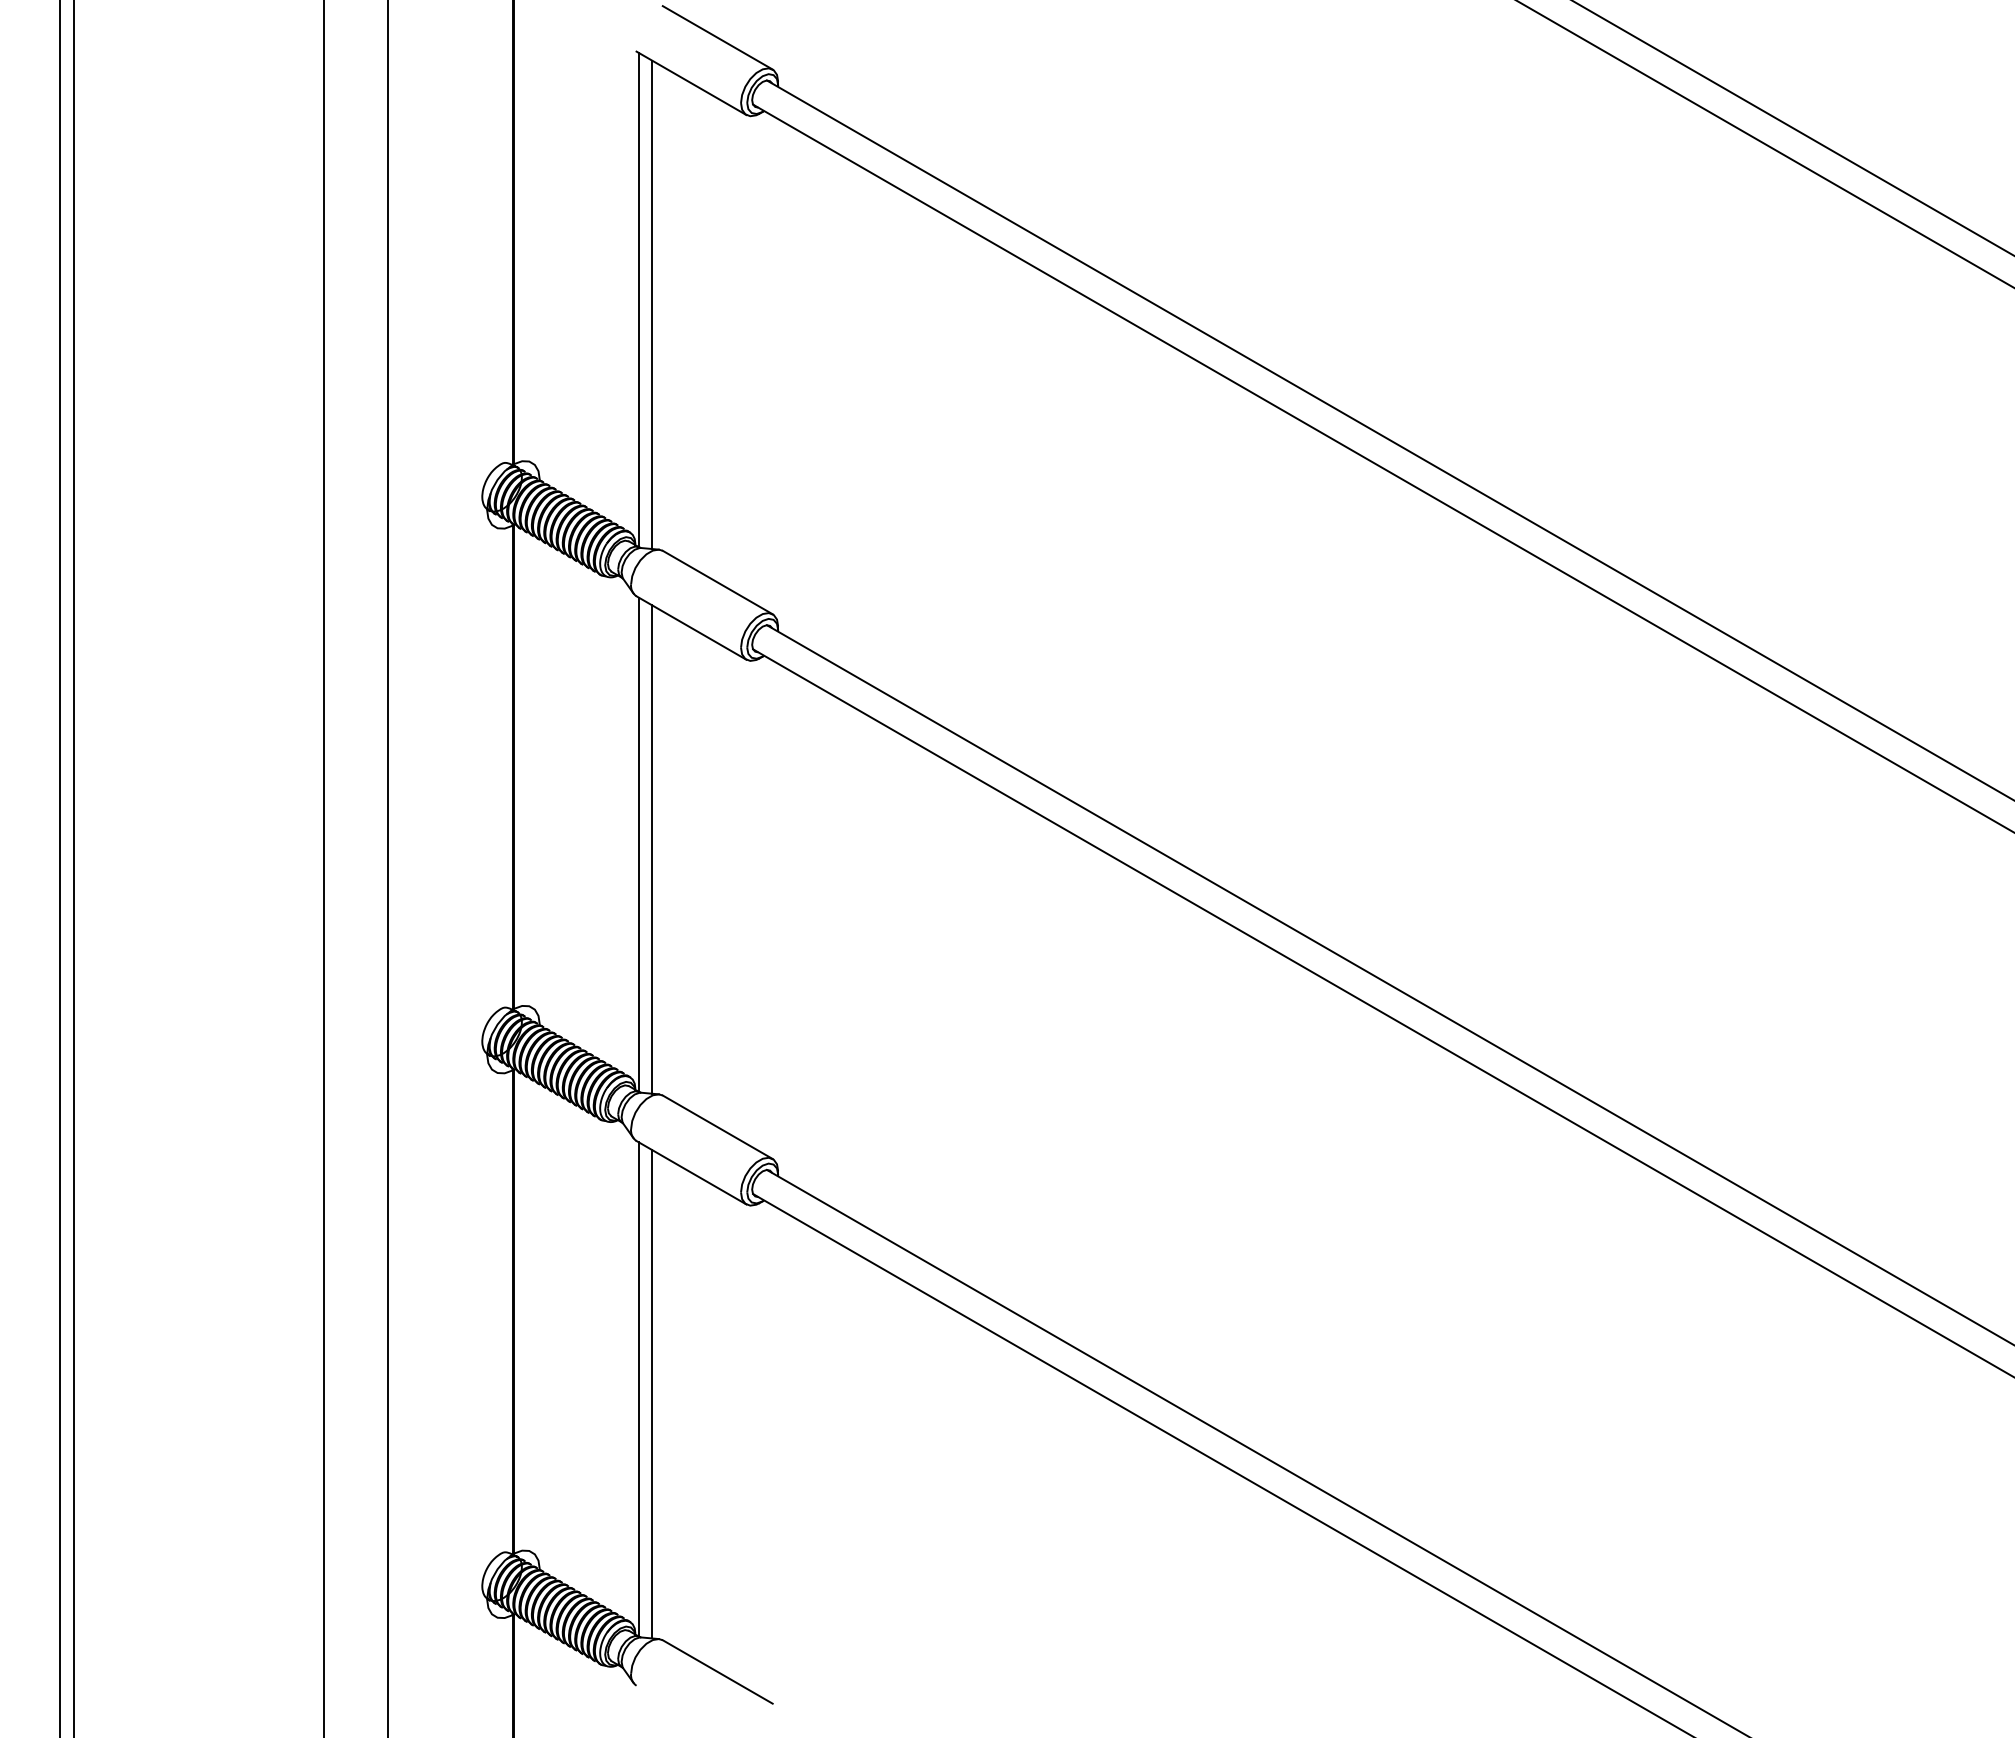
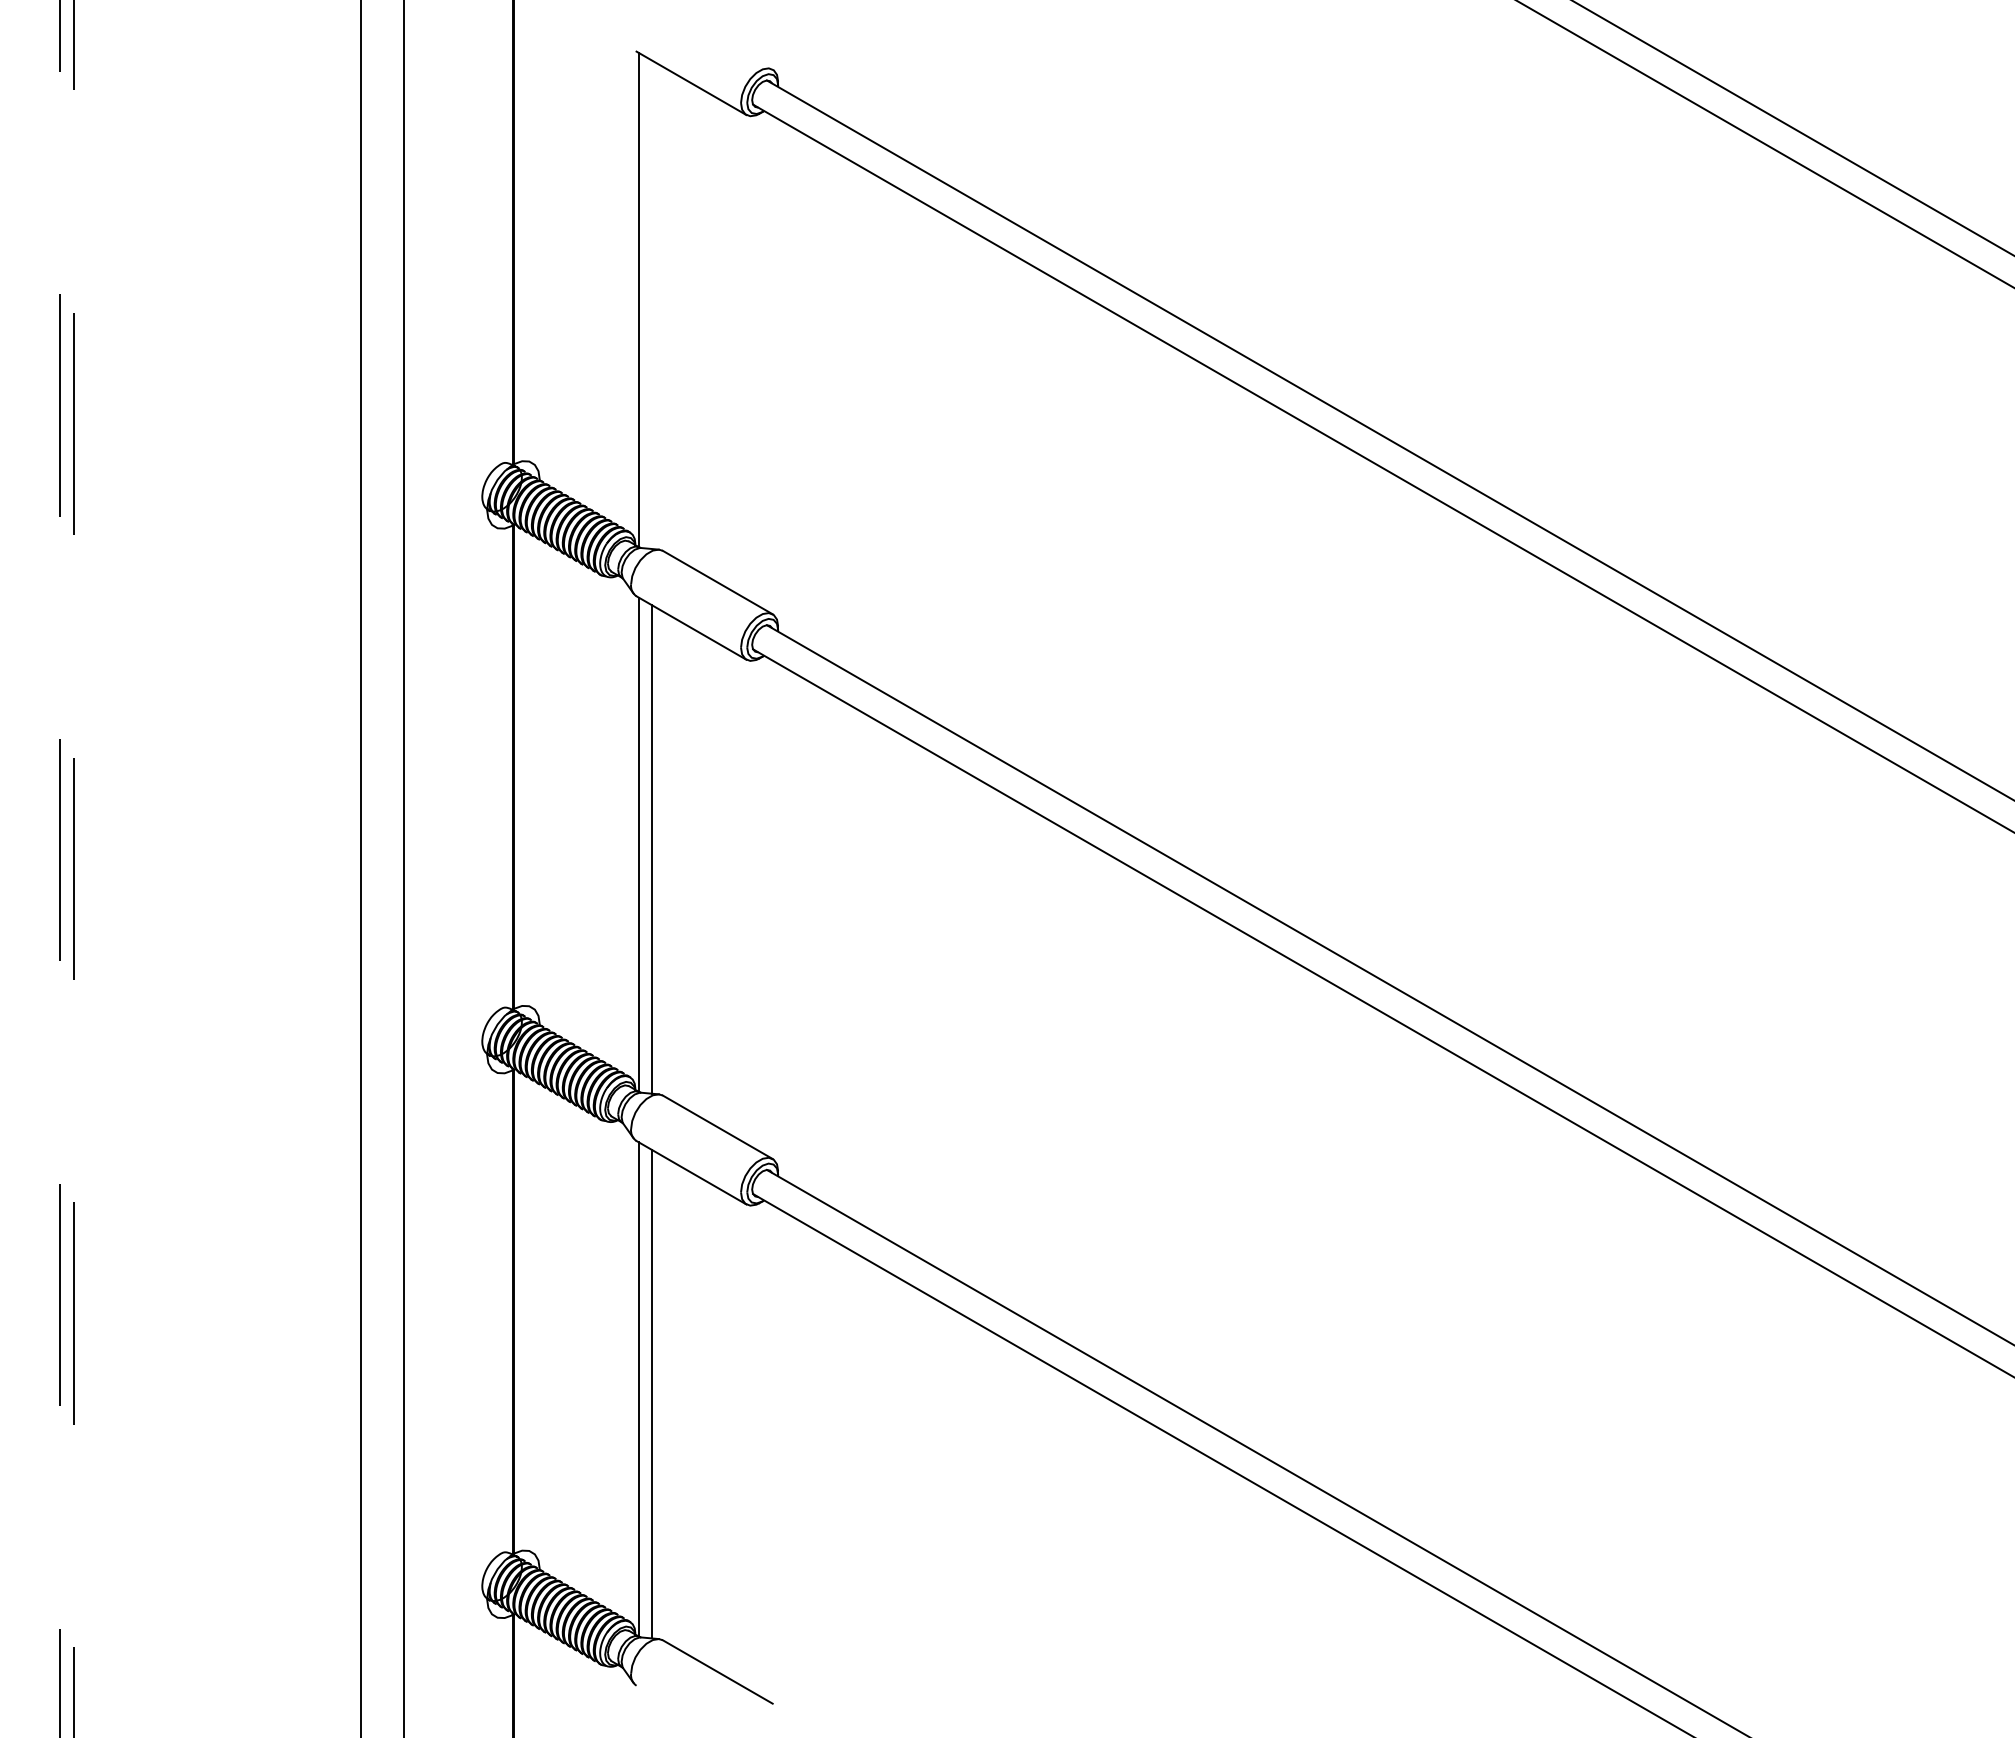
line at (717, 37): present -> none
line at (651, 304): present -> none
line at (73, 868): solid -> dashed
line at (324, 868) position: (324, 868) -> (361, 868)
line at (388, 868) position: (388, 868) -> (404, 868)
line at (60, 869): solid -> dashed
